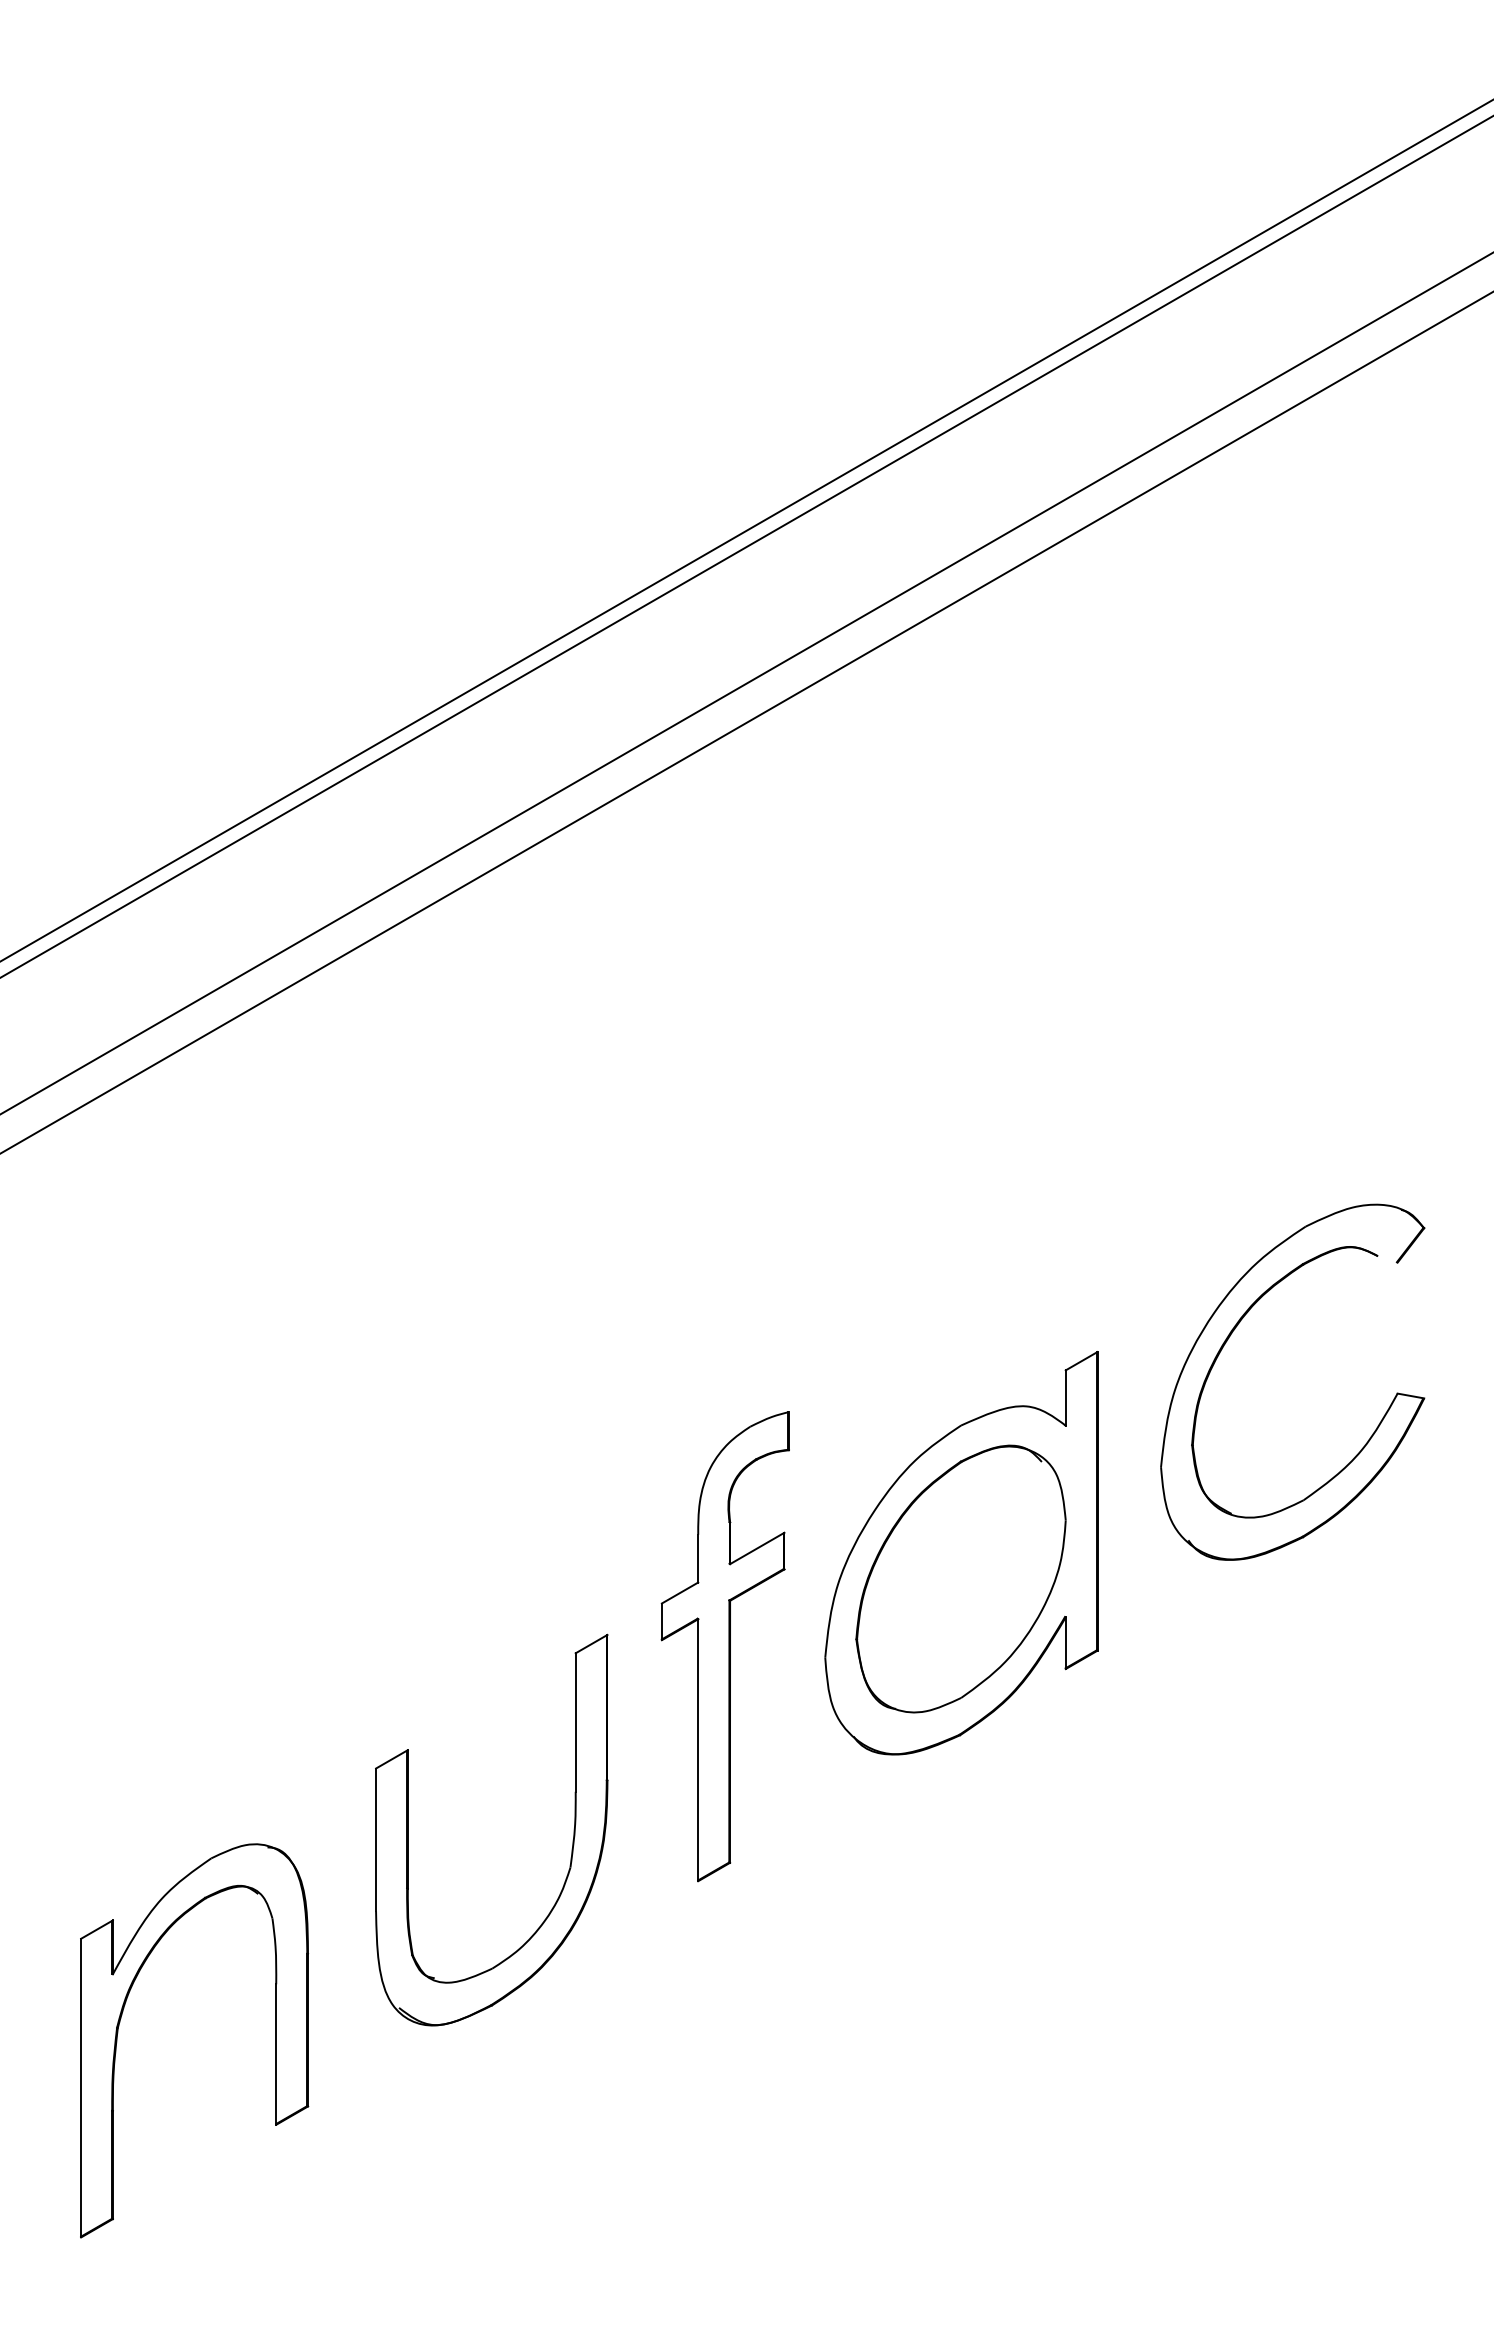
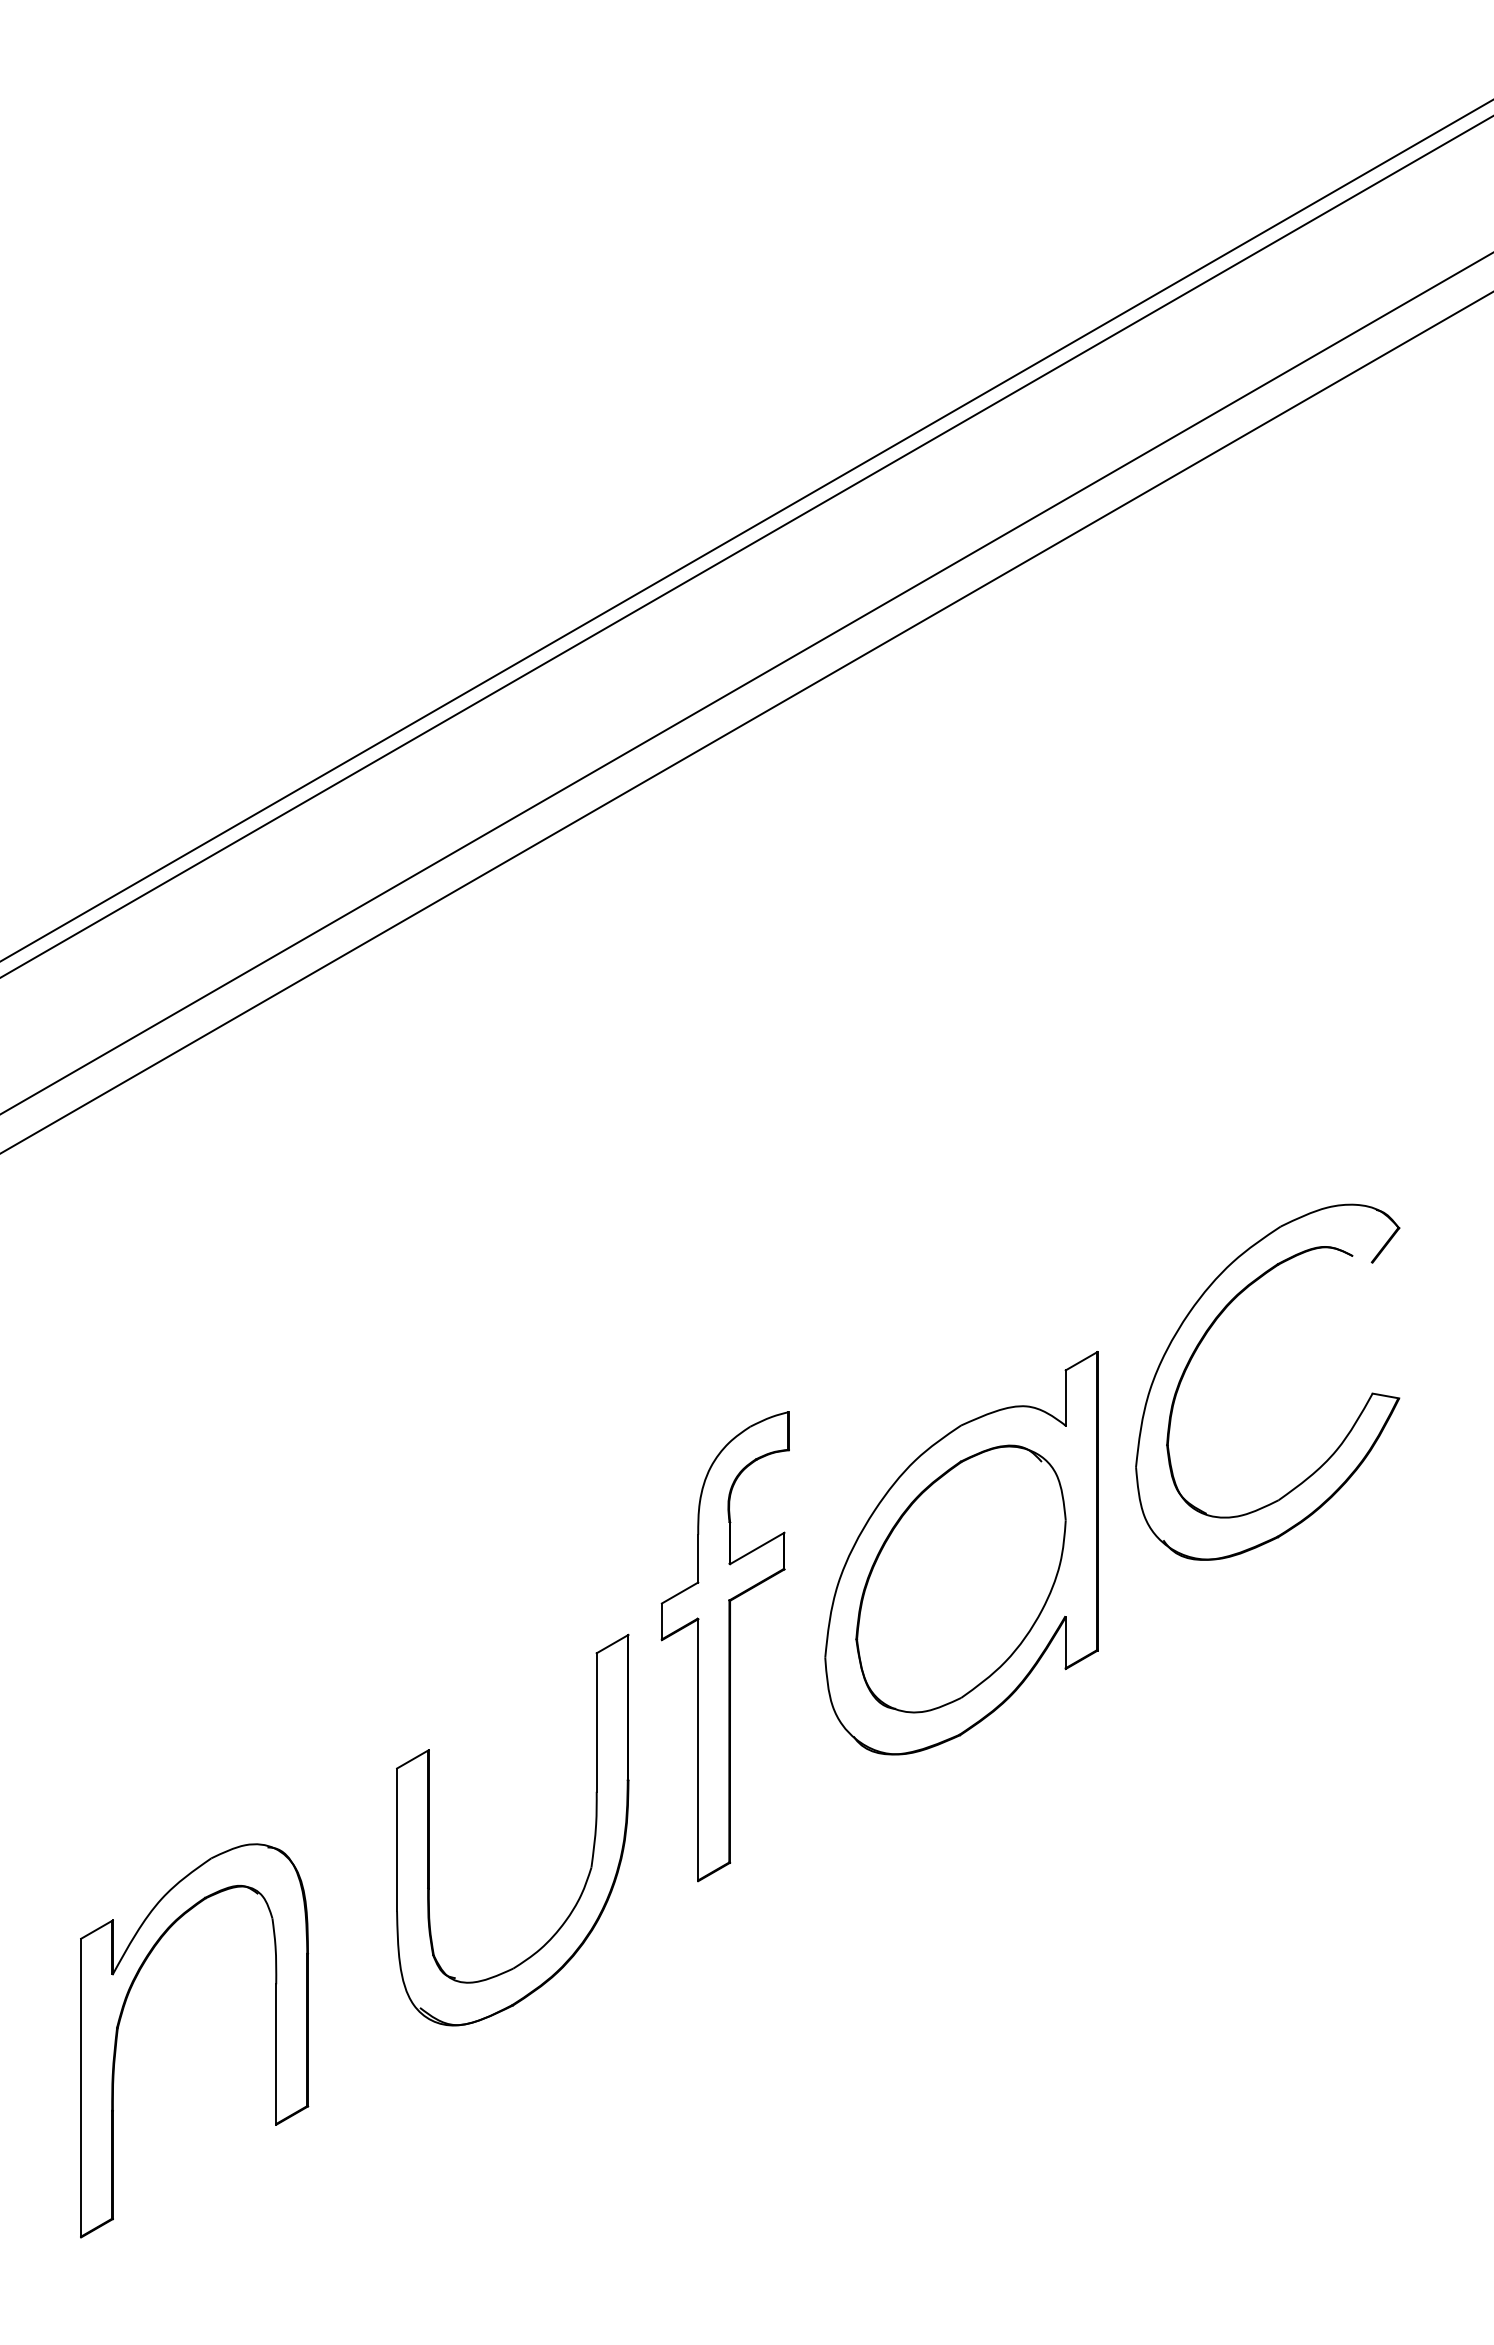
part at (1229, 1338) position: (1229, 1338) -> (1204, 1338)
part at (572, 1840) position: (572, 1840) -> (593, 1840)
